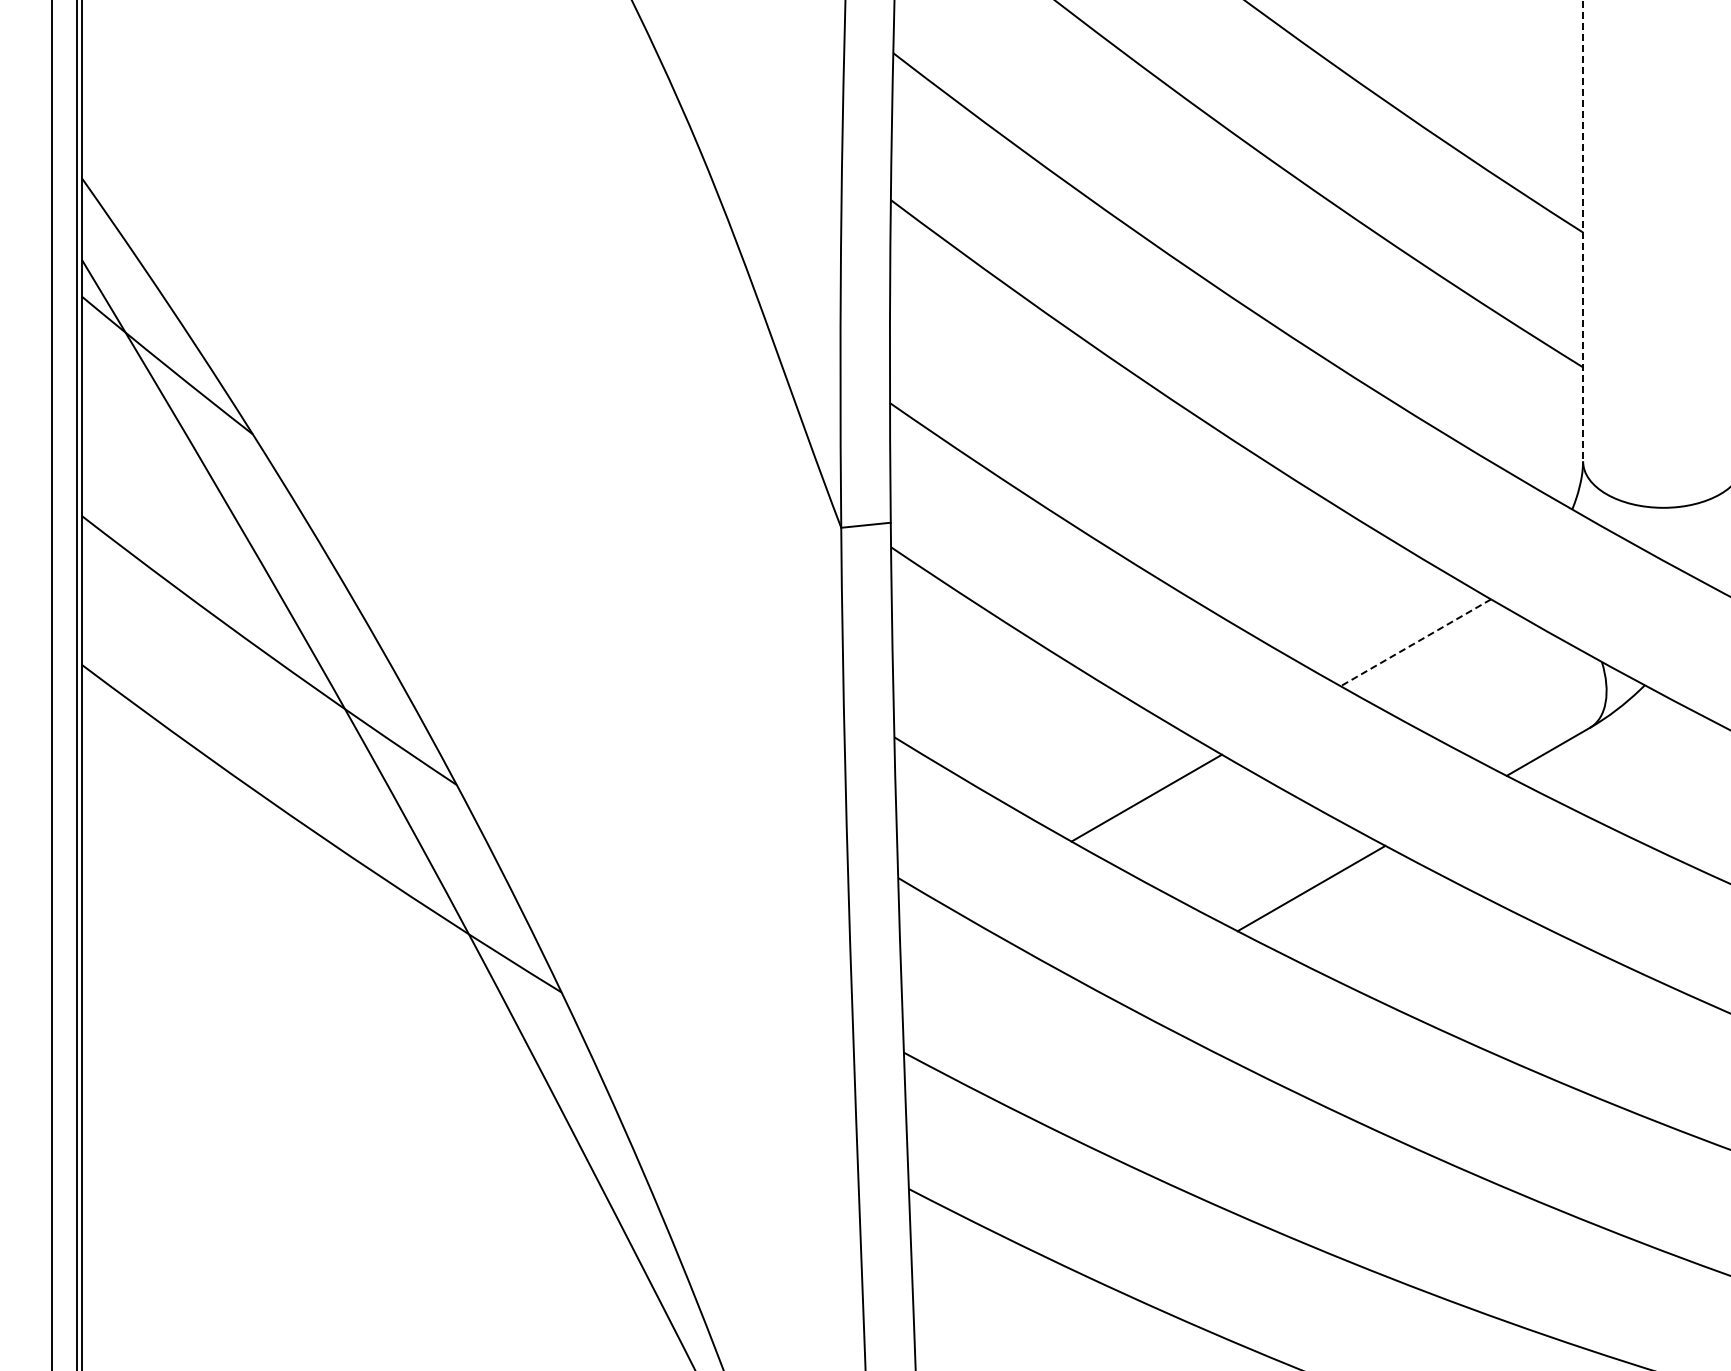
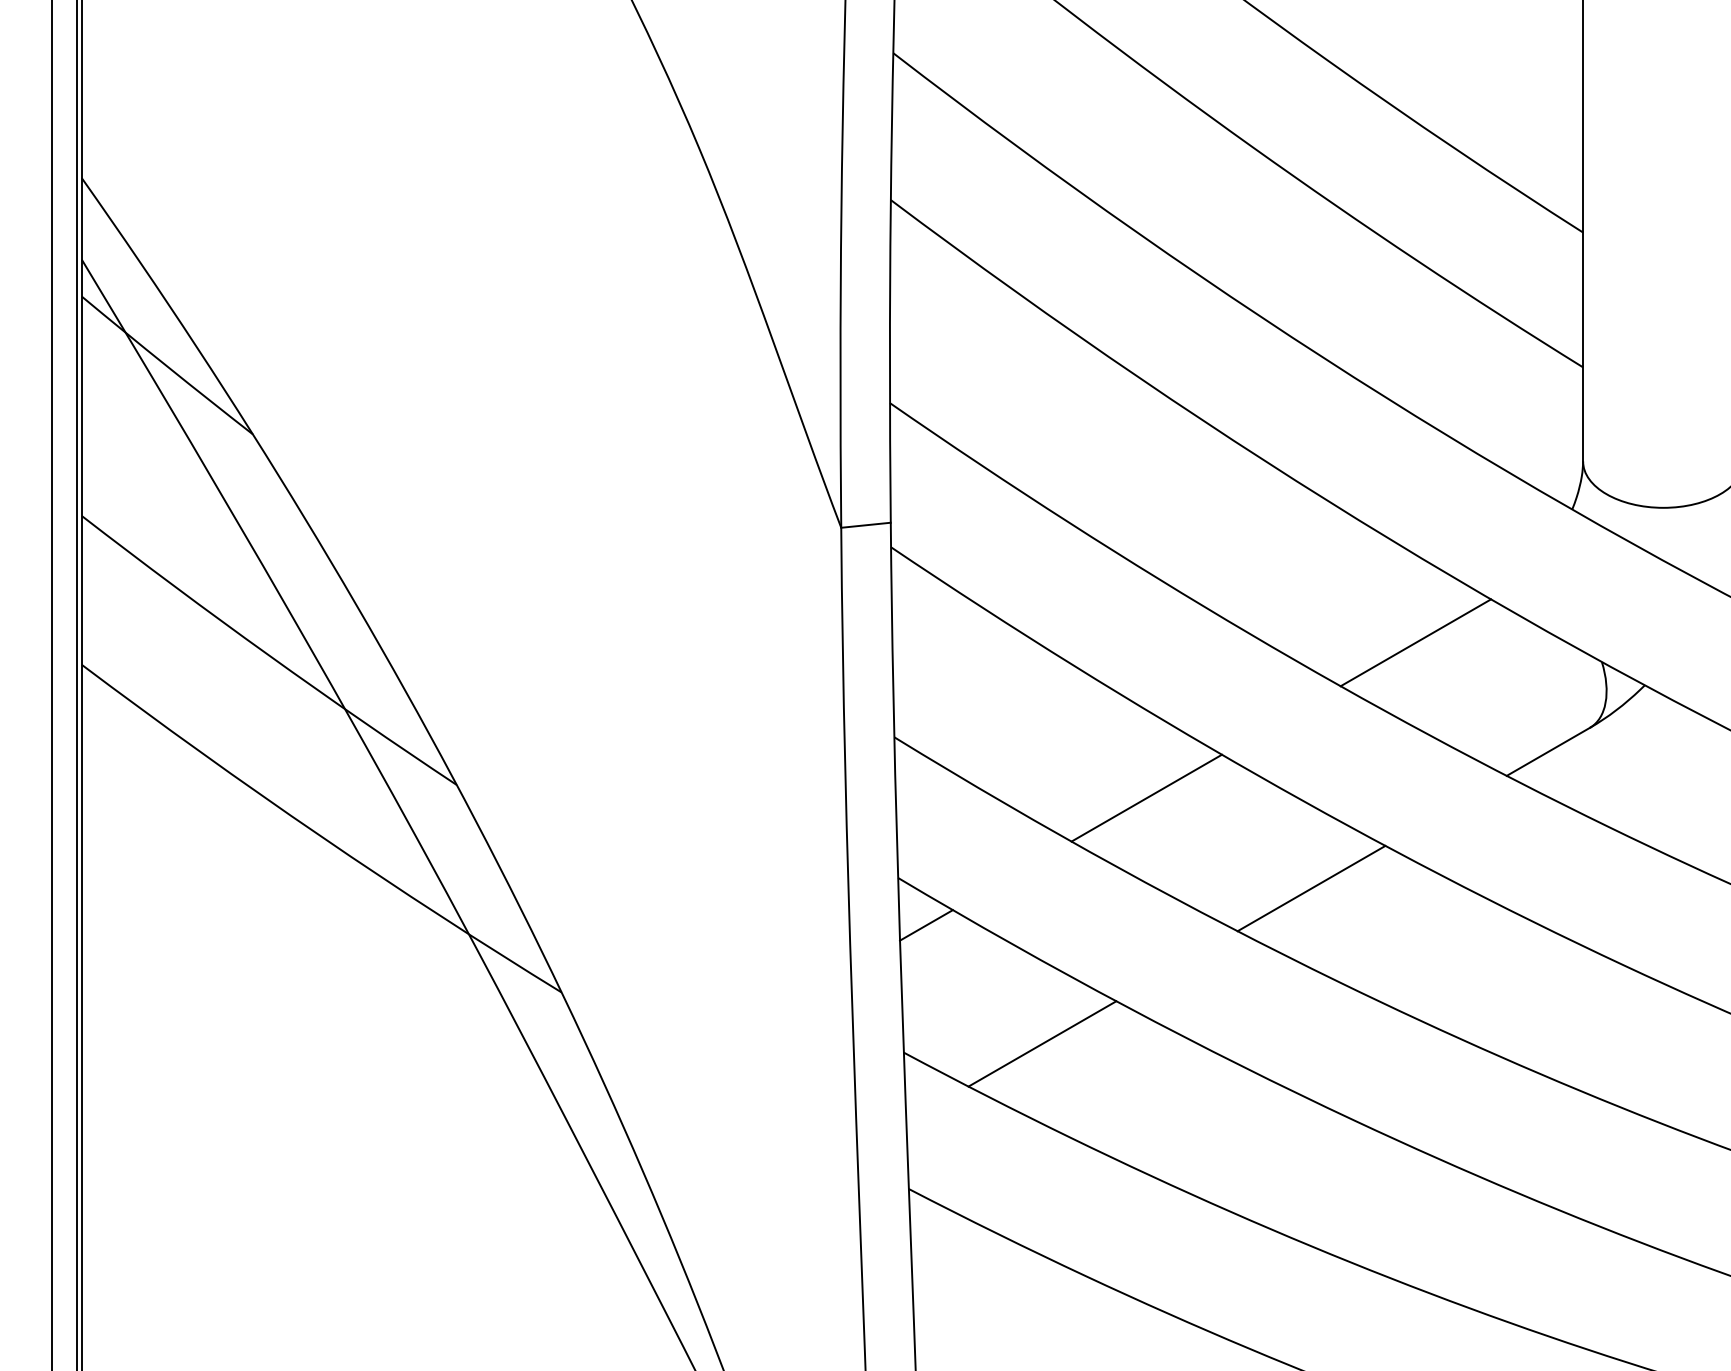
line at (1583, 231): dashed -> solid
line at (1415, 642): dashed -> solid
line at (926, 925): none -> present
line at (1042, 1043): none -> present
